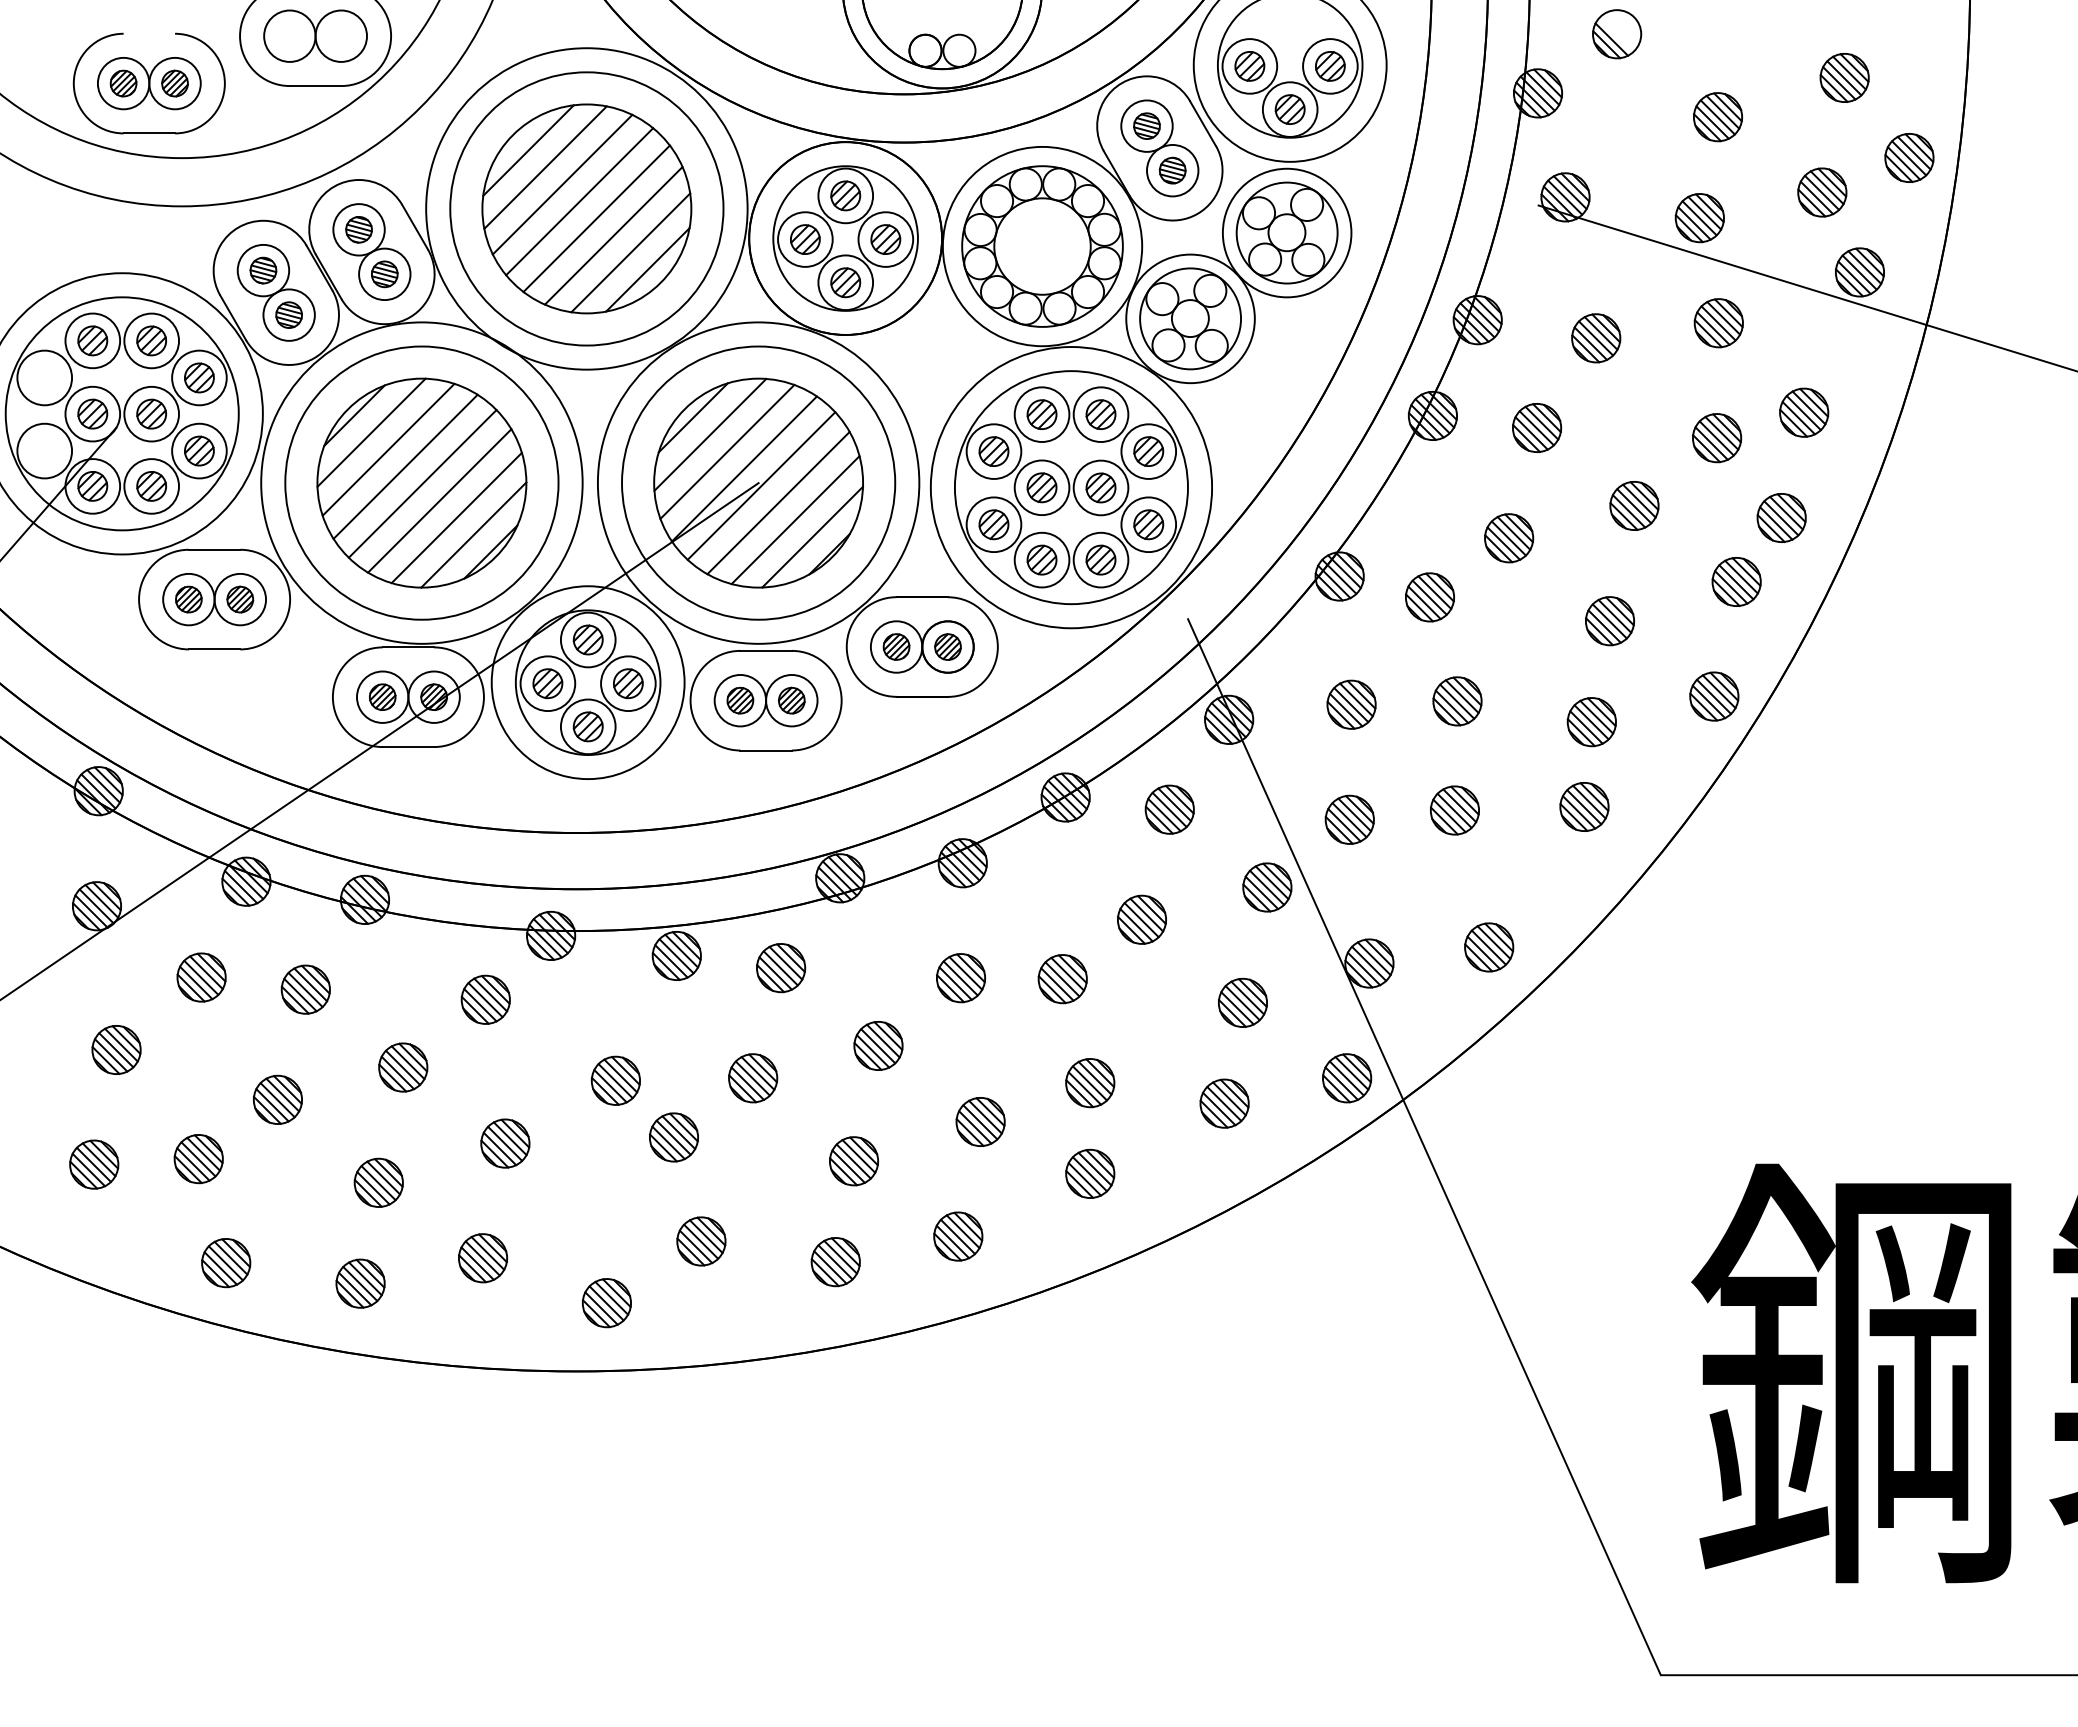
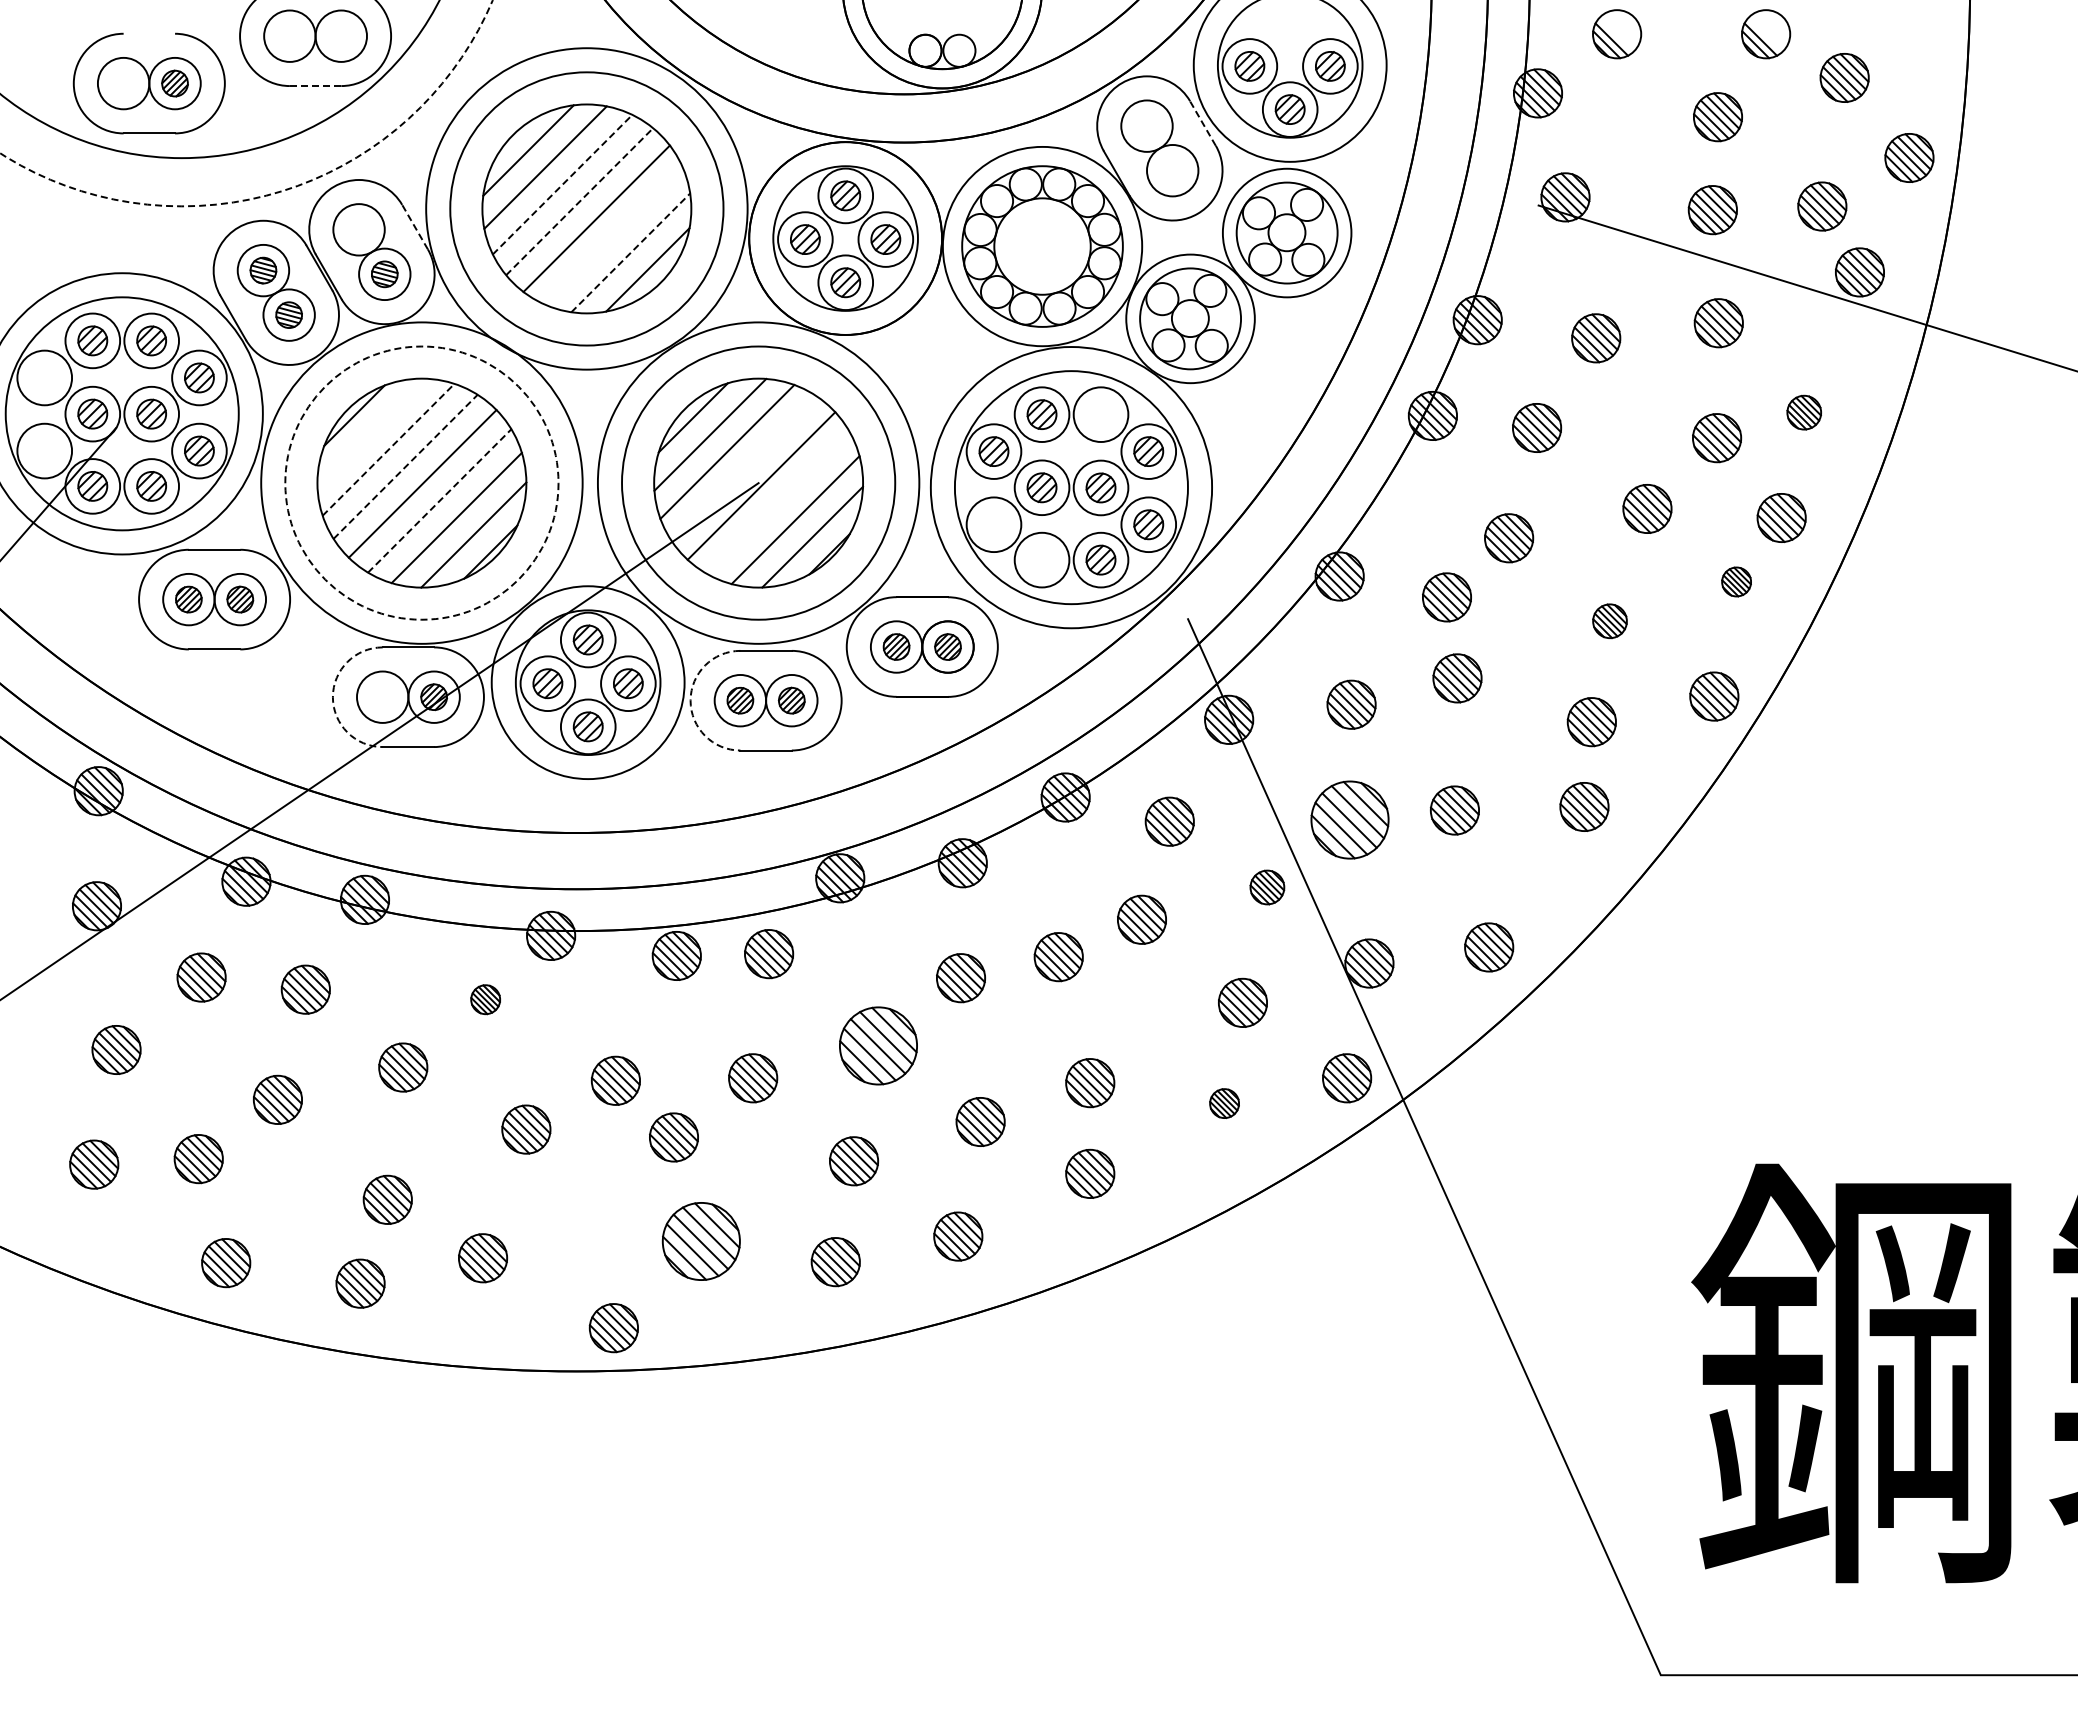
part at (1766, 34): none -> present
part at (123, 83): present -> none
line at (315, 86): solid -> dashed
circle at (246, 103): solid -> dashed
line at (1202, 123): solid -> dashed
part at (1146, 125): present -> none
part at (1172, 170): present -> none
line at (562, 184): solid -> dashed
part at (1822, 192) position: (1822, 192) -> (1822, 206)
line at (579, 201): solid -> dashed
part at (1699, 218) position: (1699, 218) -> (1712, 210)
line at (415, 227): solid -> dashed
part at (358, 229): present -> none
line at (613, 235): present -> none
line at (630, 252): solid -> dashed
part at (1804, 412) size: 51x51 px -> 36x37 px
part at (1100, 414): present -> none
line at (371, 432): present -> none
line at (388, 449): solid -> dashed
line at (405, 466): solid -> dashed
line at (743, 468): present -> none
circle at (421, 482): solid -> dashed
line at (440, 500): solid -> dashed
line at (778, 502): present -> none
part at (1634, 505) position: (1634, 505) -> (1647, 508)
part at (993, 524): present -> none
part at (1041, 559): present -> none
part at (1736, 581) size: 51x50 px -> 31x32 px
part at (1429, 597) position: (1429, 597) -> (1446, 597)
part at (1609, 621) size: 50x51 px -> 36x37 px
part at (382, 696): present -> none
arc at (332, 697): solid -> dashed
arc at (690, 700): solid -> dashed
part at (1457, 701) position: (1457, 701) -> (1457, 678)
part at (1169, 809) position: (1169, 809) -> (1169, 821)
part at (1349, 819) size: 51x51 px -> 80x80 px
part at (1267, 887) size: 51x51 px -> 37x37 px
part at (781, 968) position: (781, 968) -> (769, 954)
part at (1062, 979) position: (1062, 979) -> (1058, 957)
part at (485, 999) size: 51x51 px -> 31x32 px
part at (878, 1045) size: 51x50 px -> 79x80 px
part at (1224, 1103) size: 51x51 px -> 31x31 px
part at (505, 1143) position: (505, 1143) -> (526, 1129)
part at (378, 1182) position: (378, 1182) -> (387, 1199)
part at (701, 1241) size: 51x51 px -> 80x79 px
part at (606, 1303) position: (606, 1303) -> (613, 1328)
